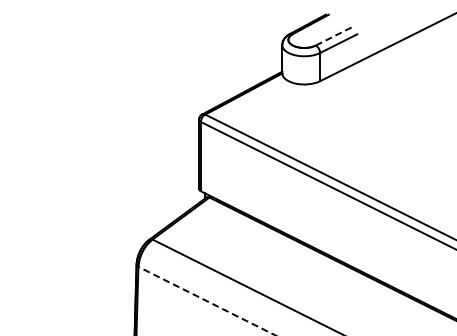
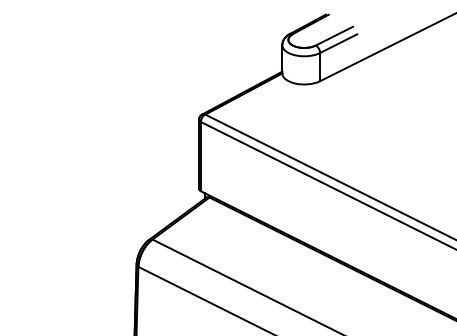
line at (334, 36): dashed -> solid
line at (207, 301): dashed -> solid
